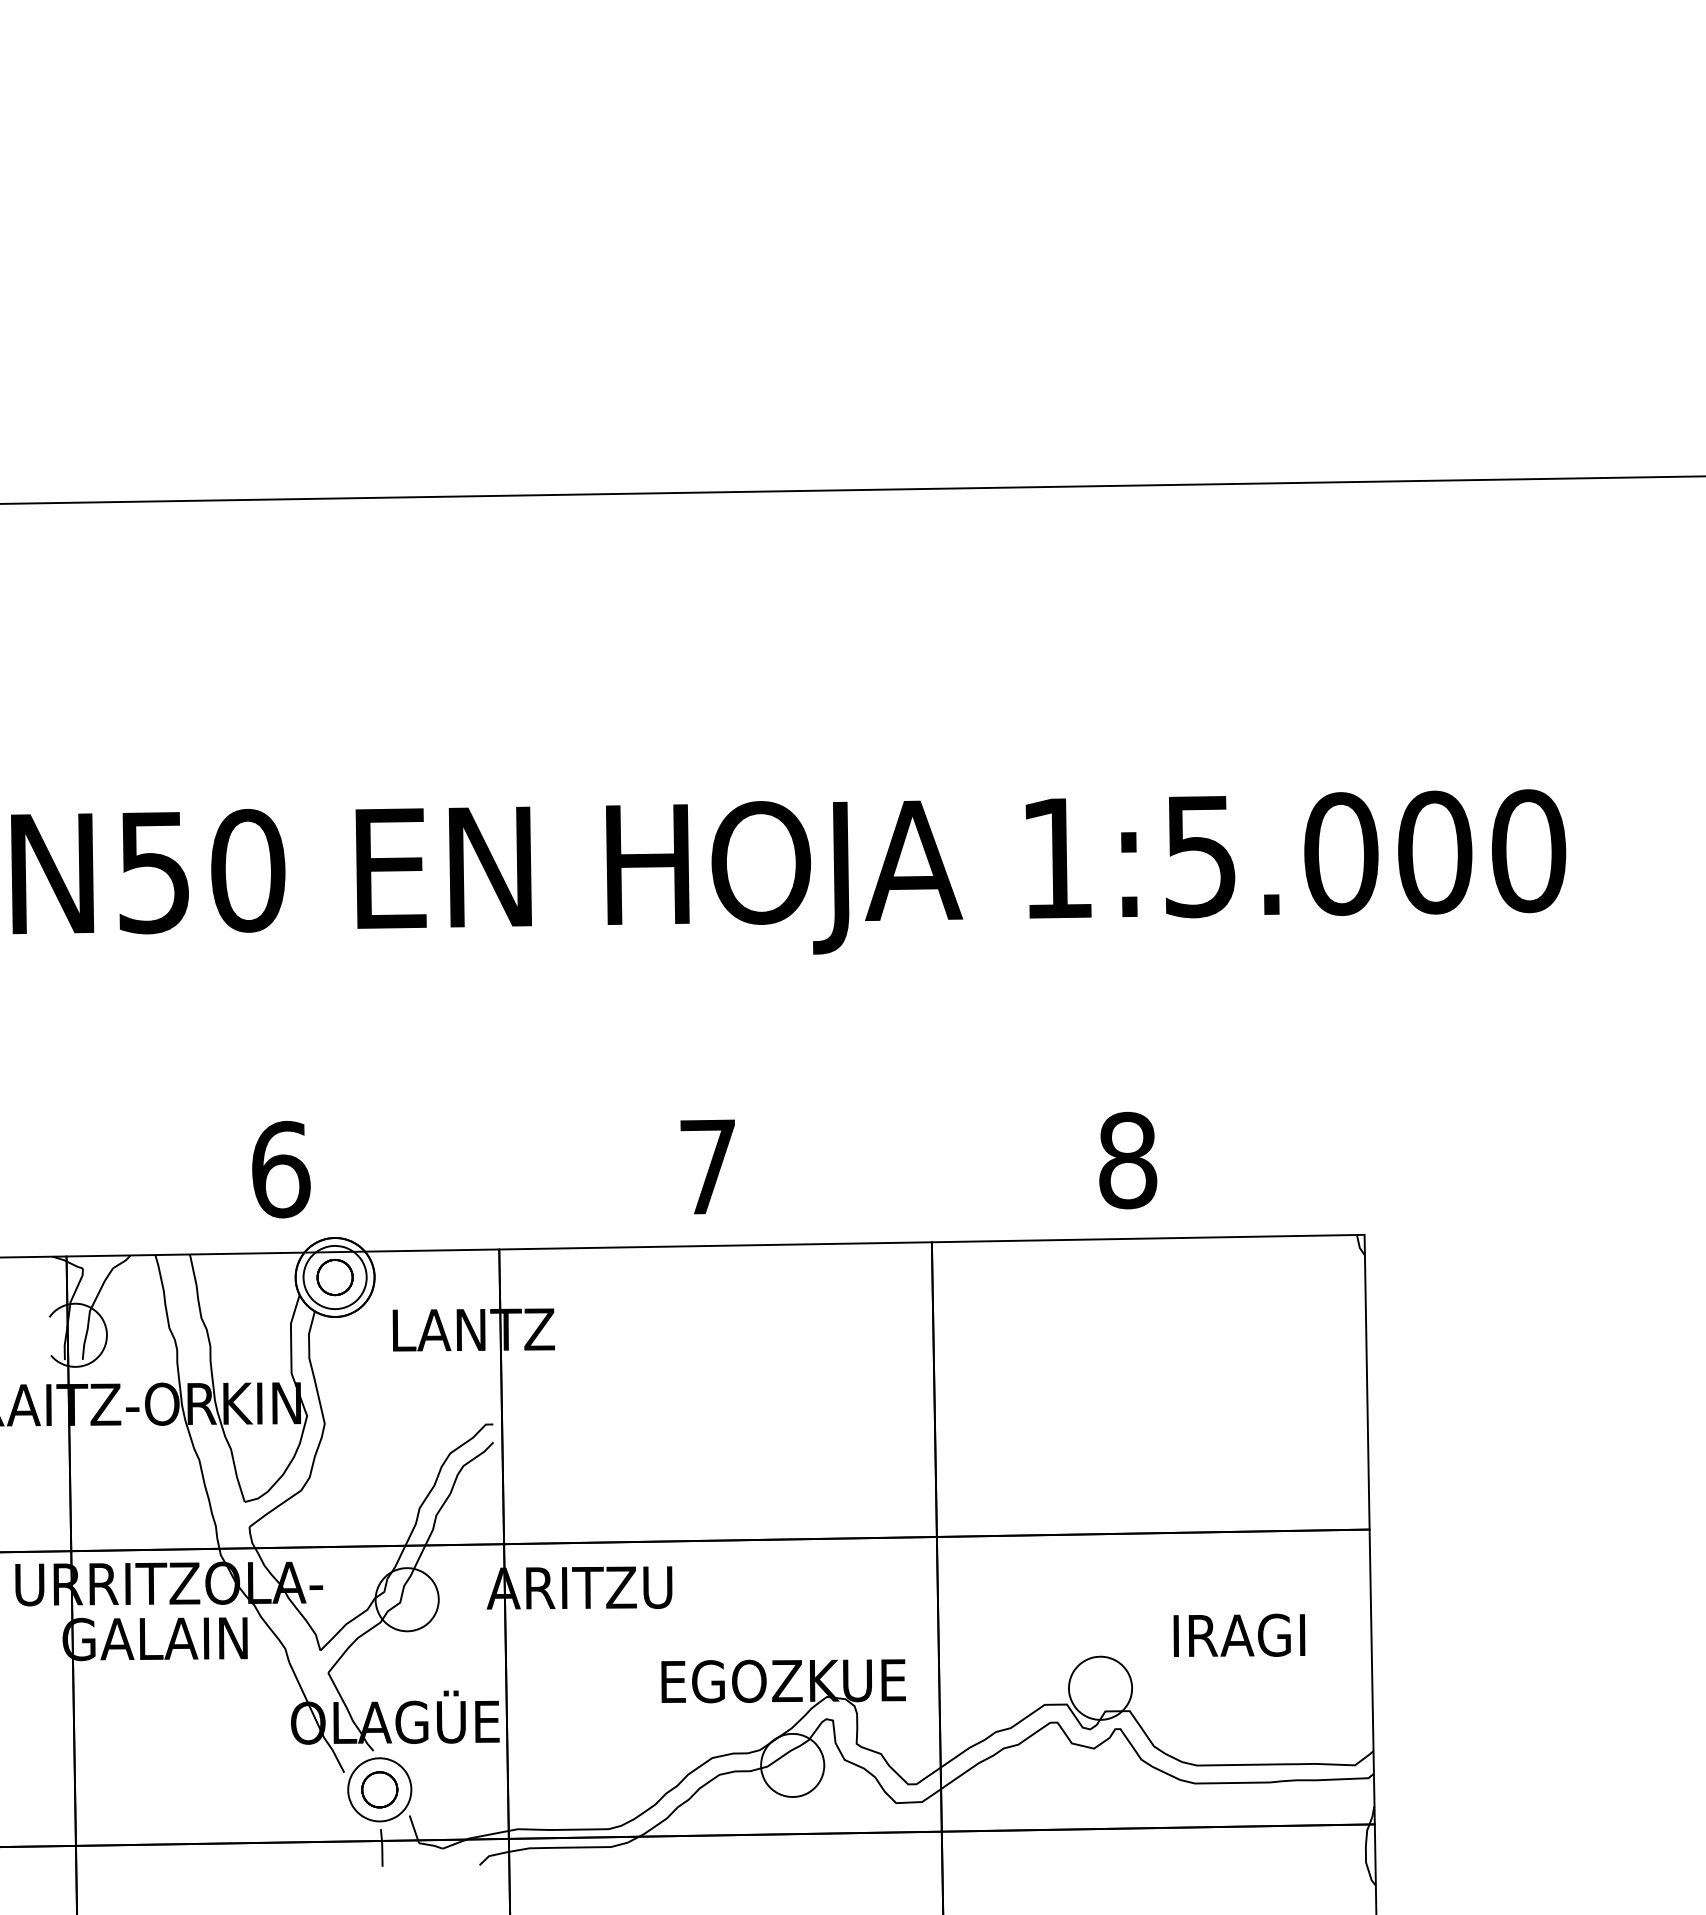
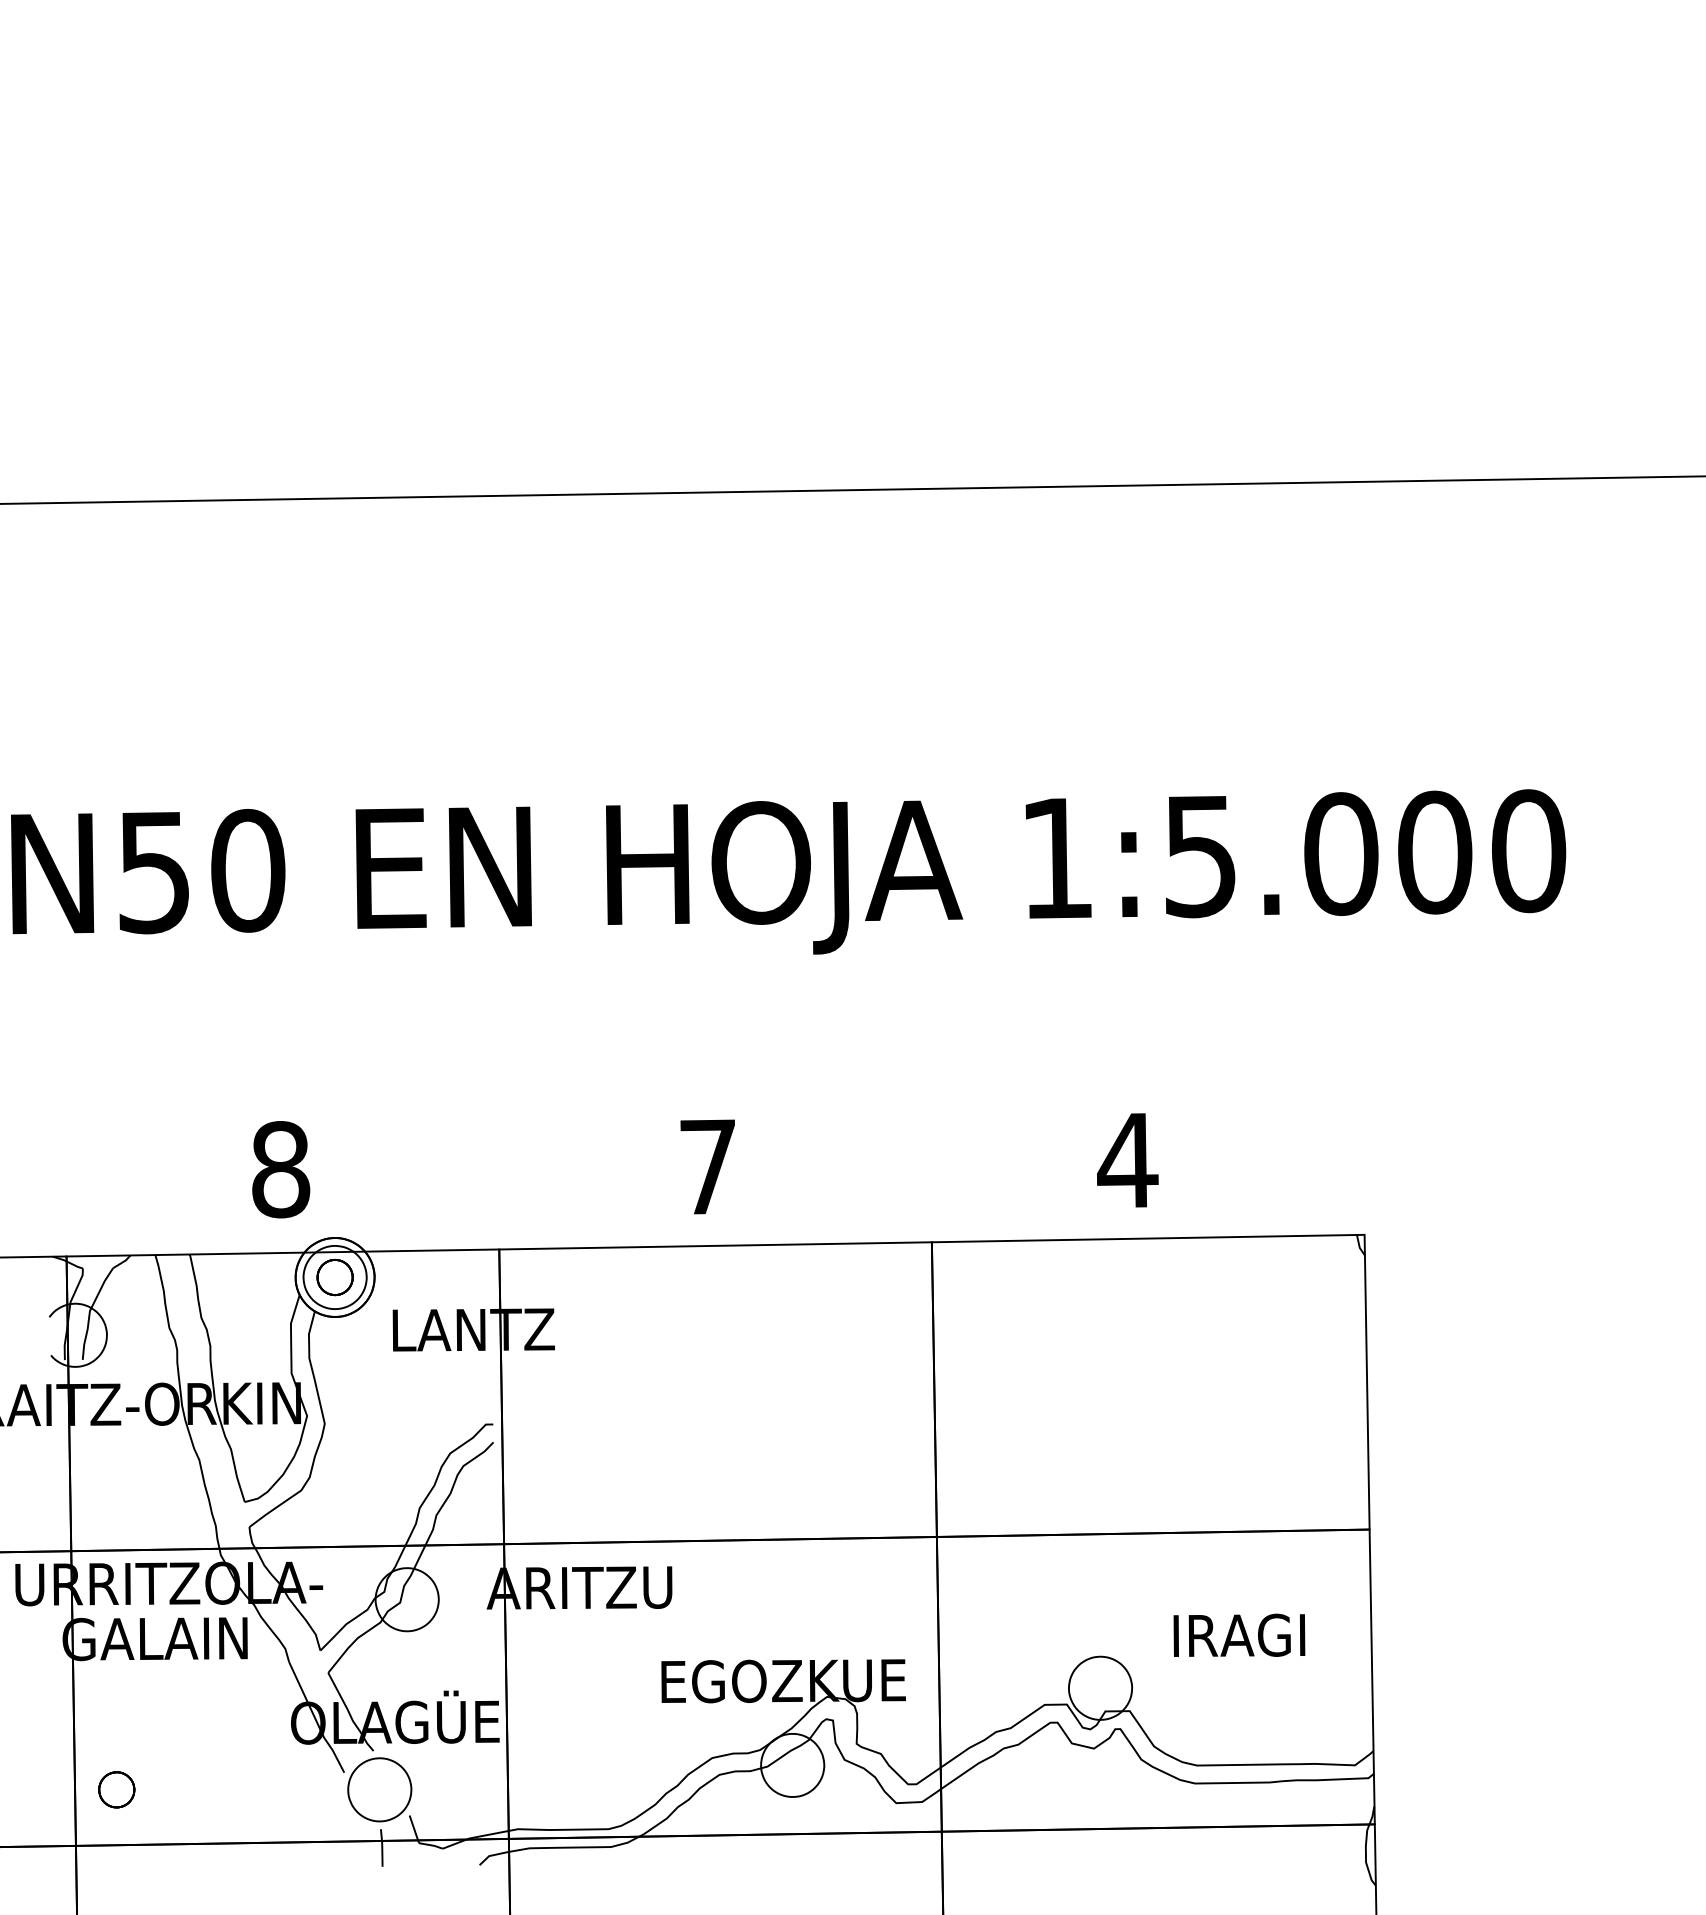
text at (1127, 1160): 8 -> 4
text at (281, 1169): 6 -> 8
part at (379, 1789) position: (379, 1789) -> (116, 1789)
